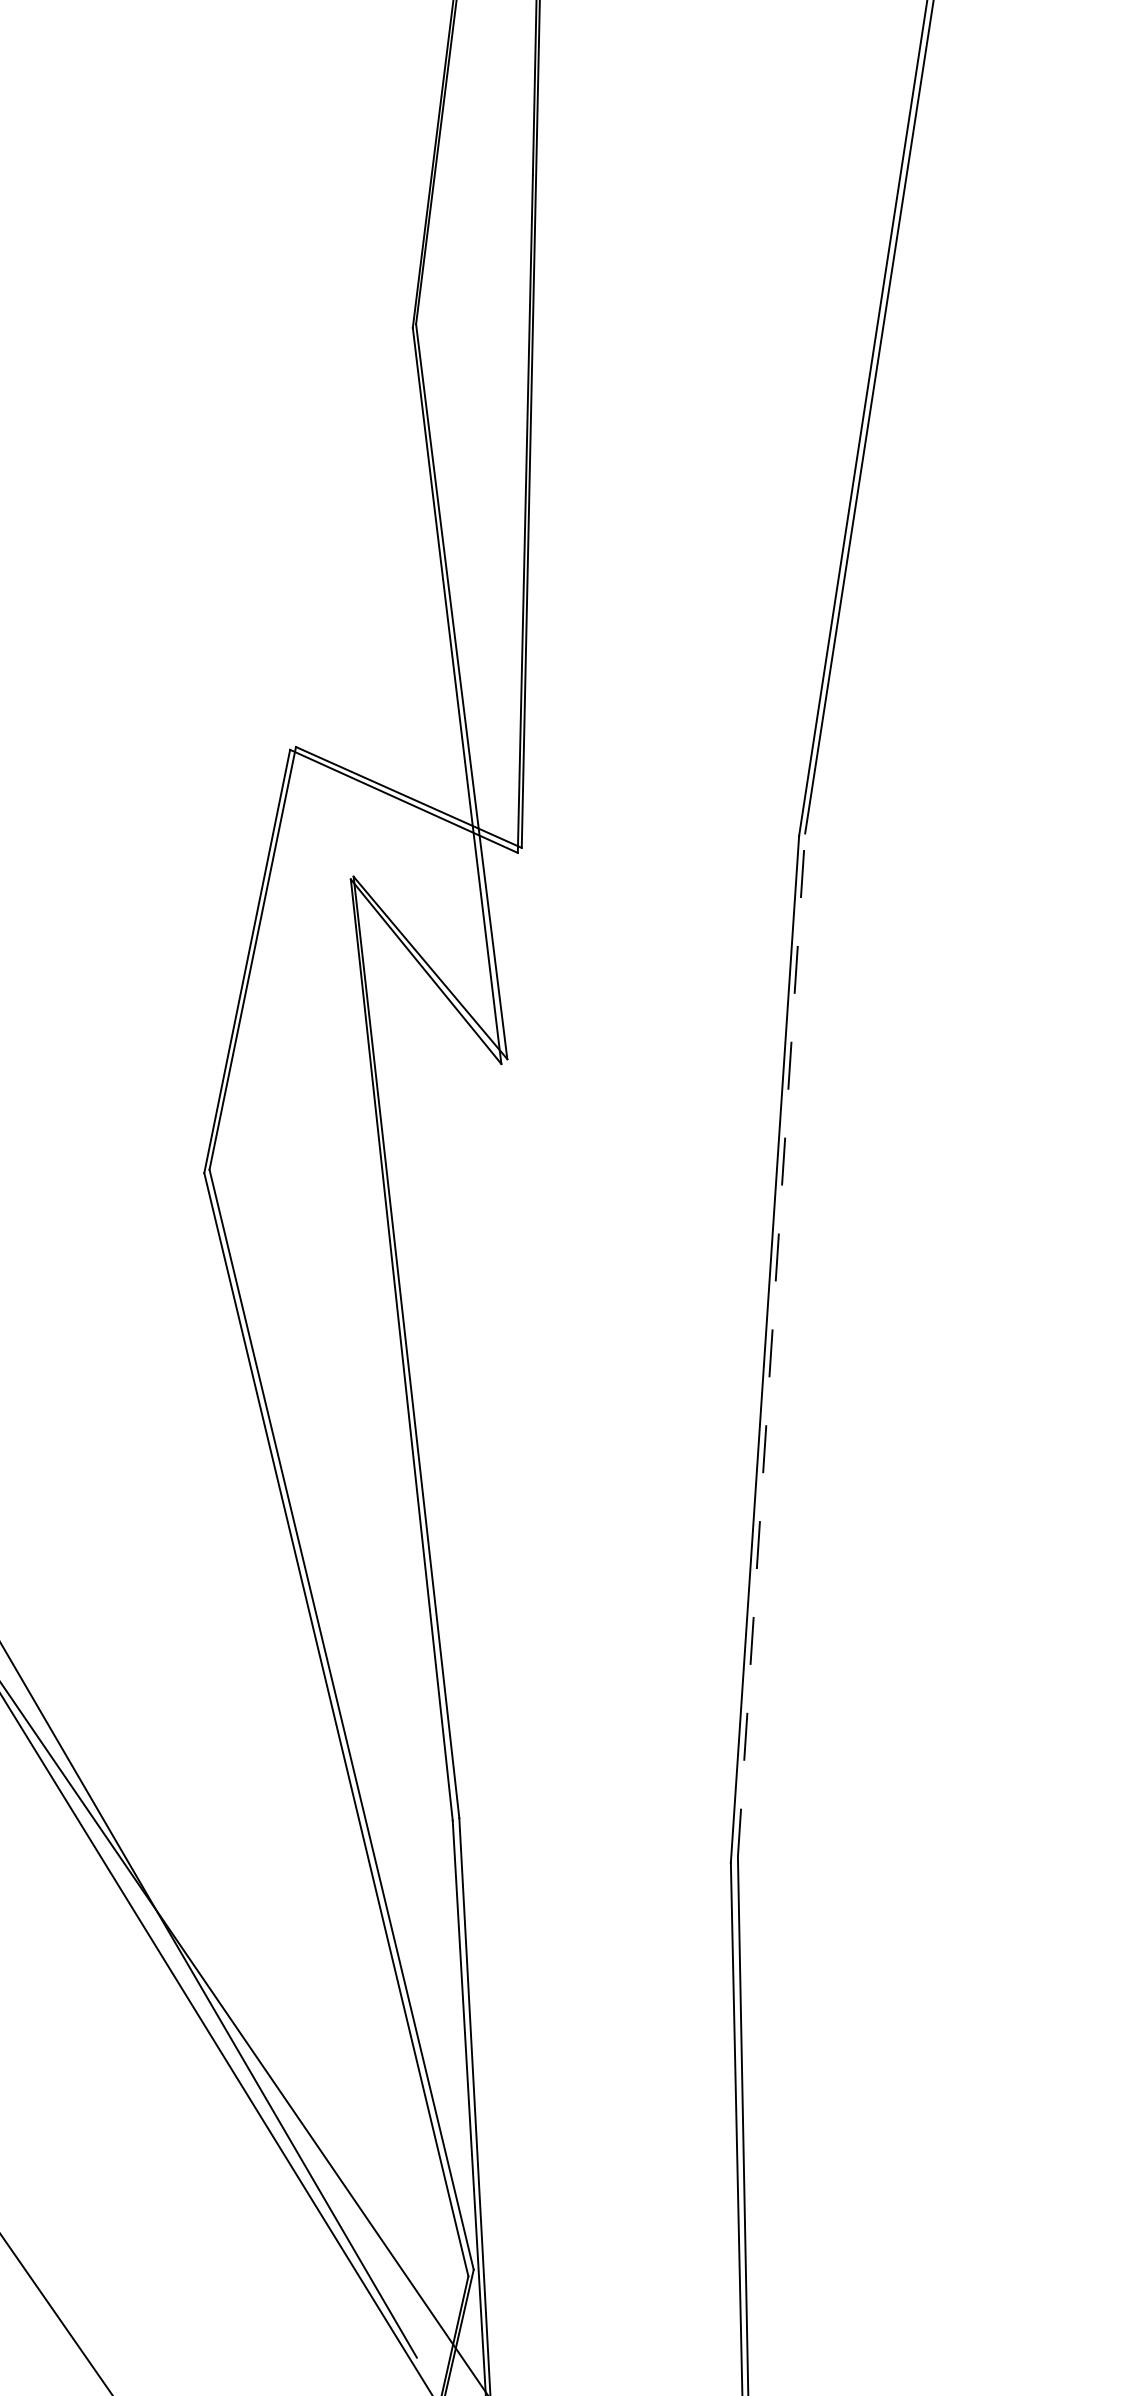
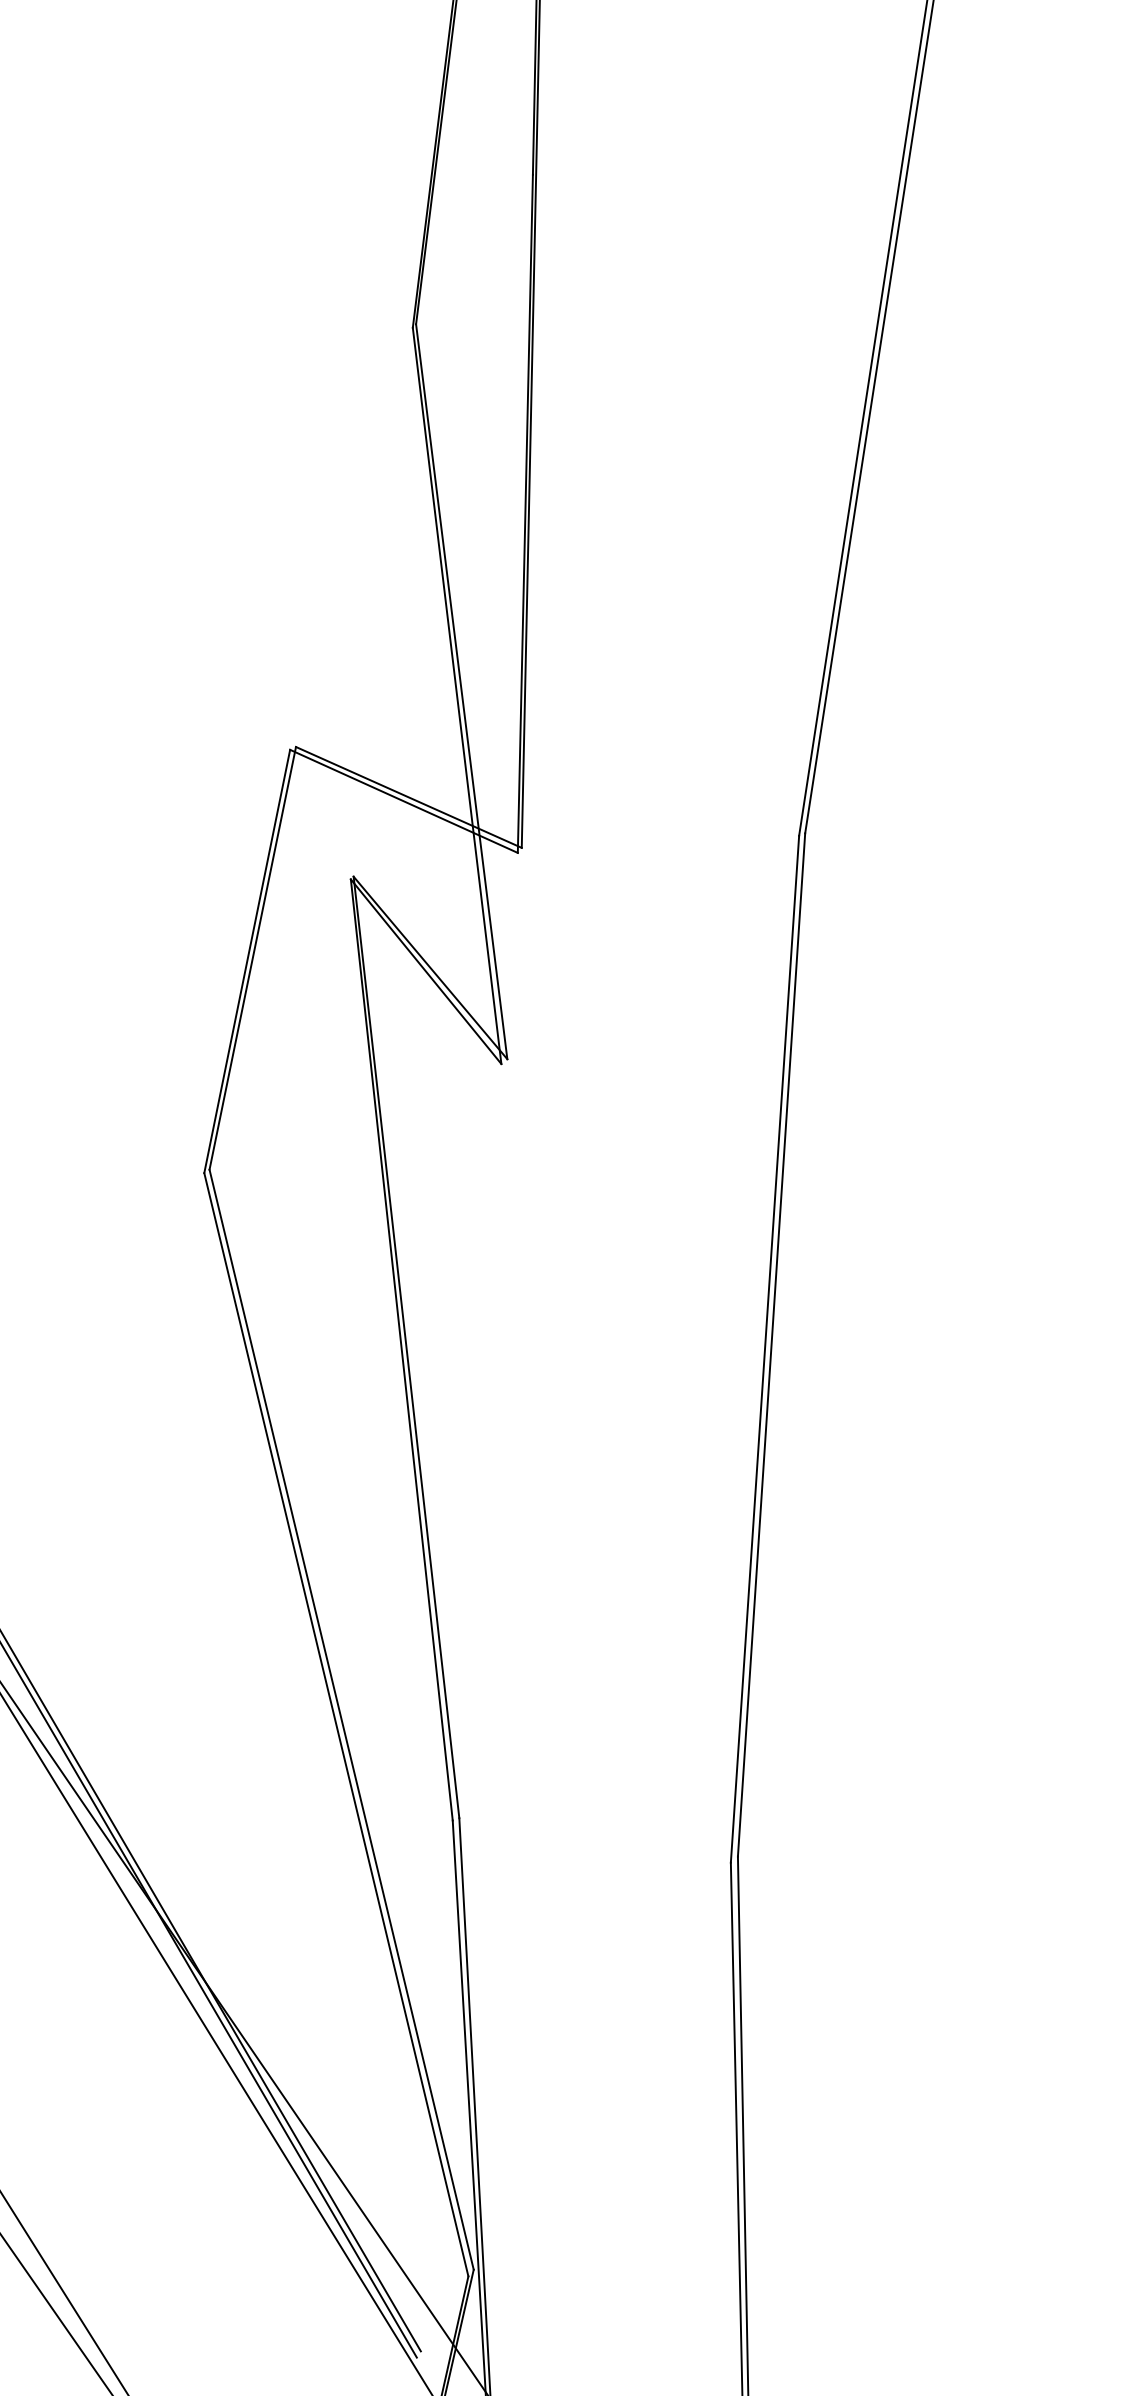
line at (771, 1345): dashed -> solid
line at (211, 1992): none -> present
line at (64, 2293): none -> present
